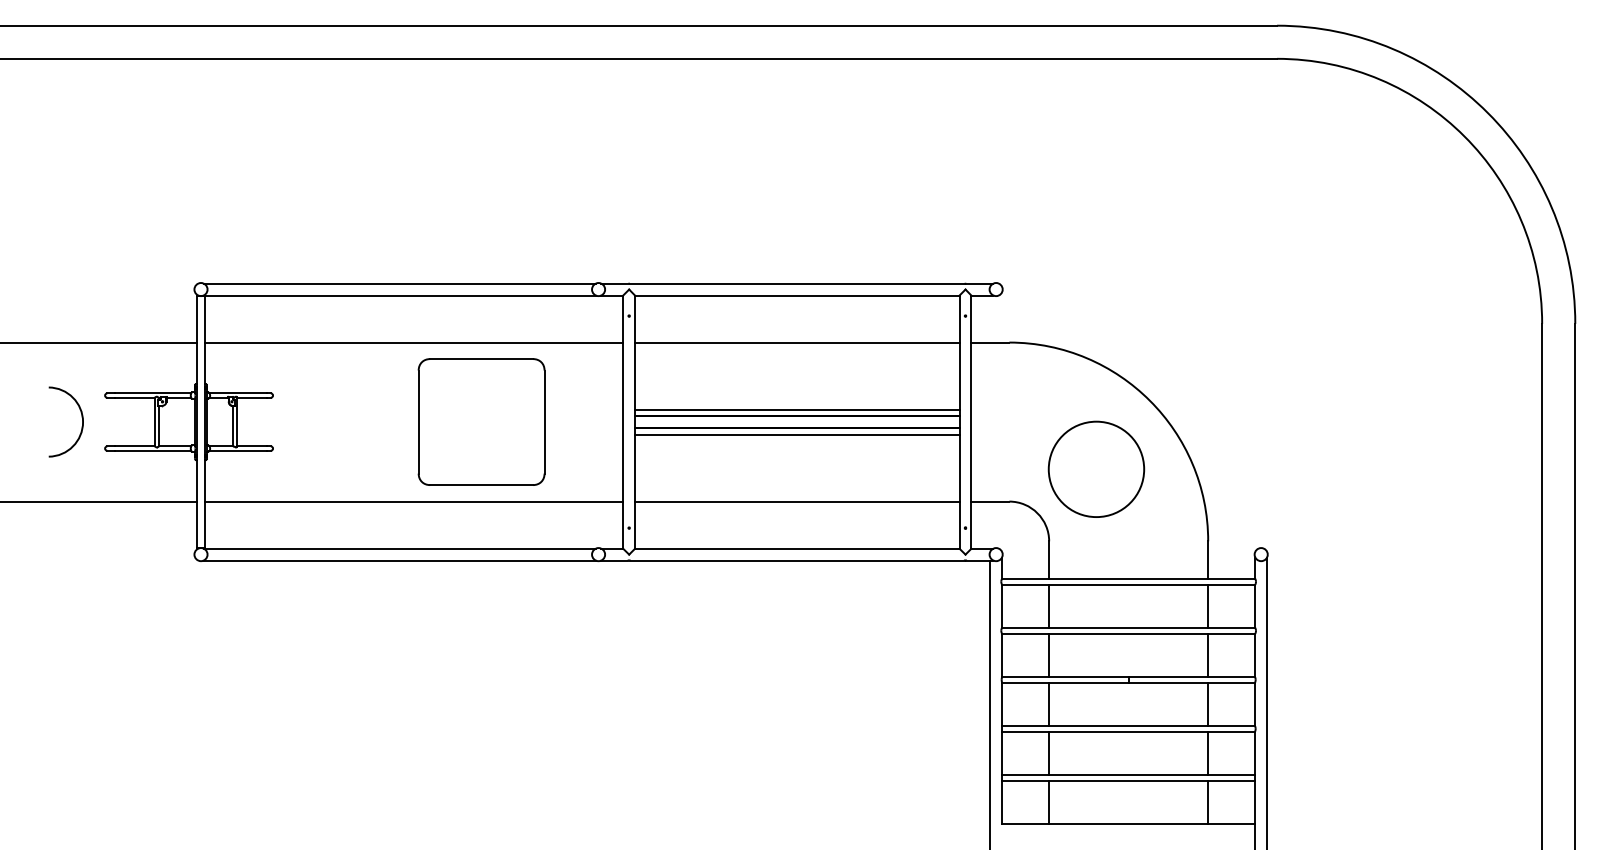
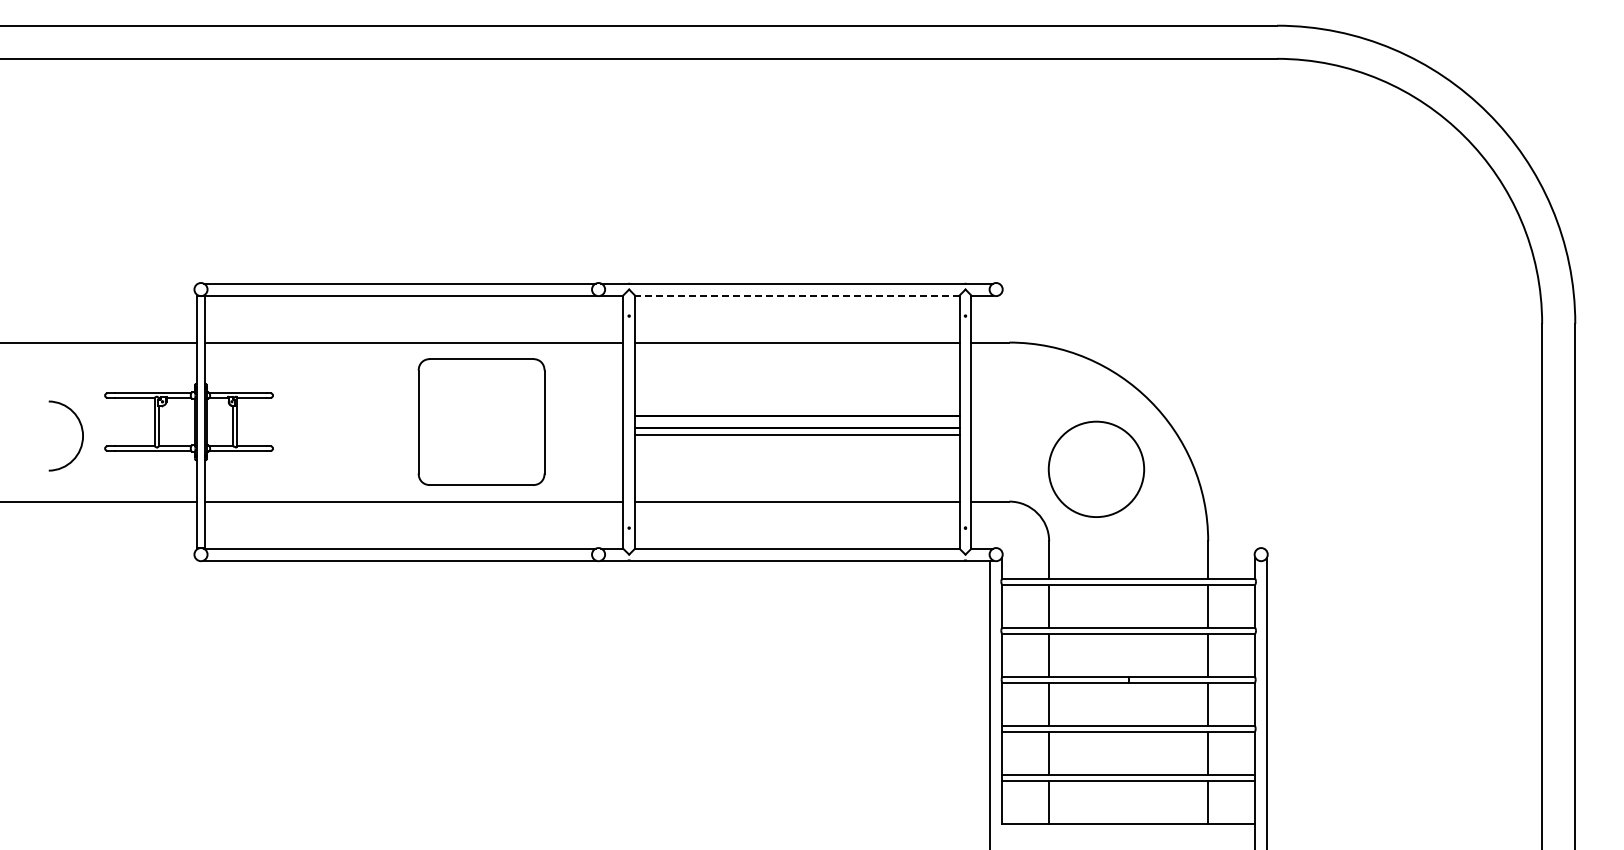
line at (796, 295): solid -> dashed
line at (797, 409): present -> none
arc at (81, 417) position: (81, 417) -> (81, 431)
